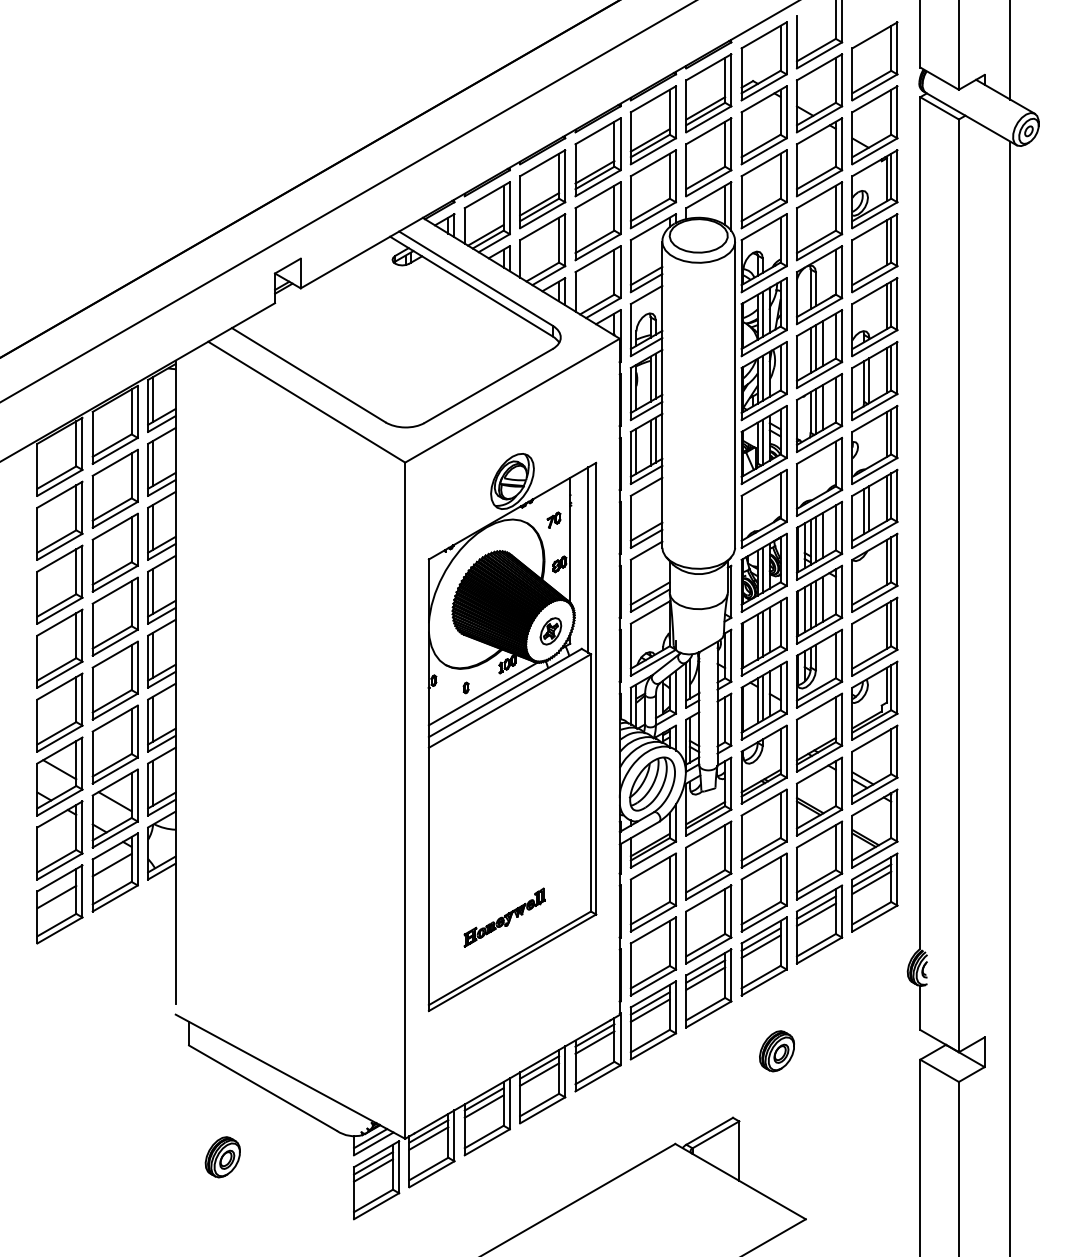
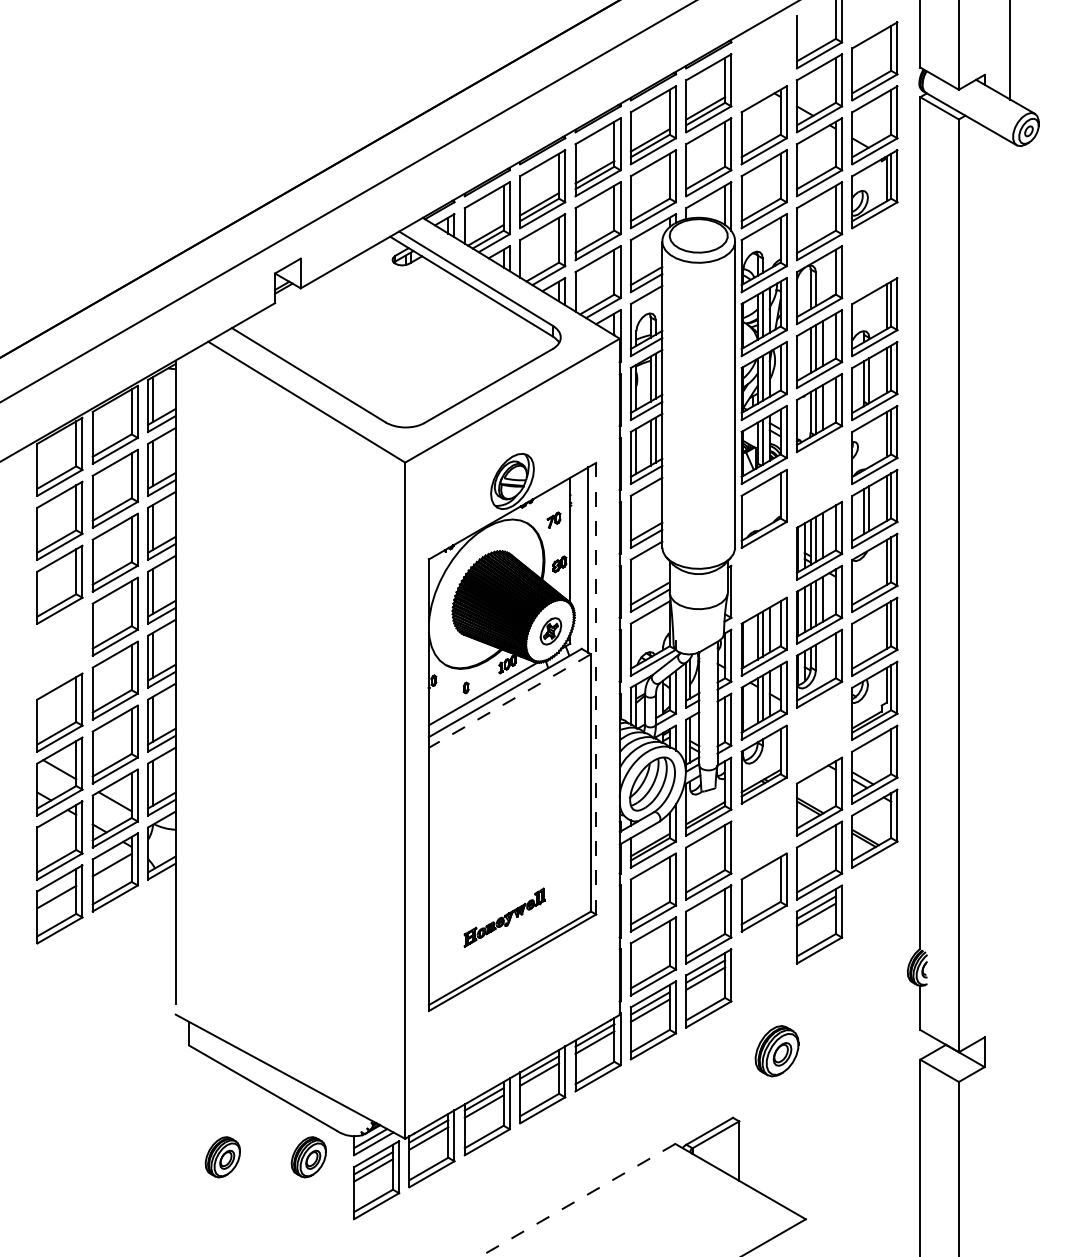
part at (763, 61): present -> none
part at (874, 253): present -> none
part at (819, 476): present -> none
part at (763, 572): present -> none
part at (59, 648): present -> none
line at (596, 688): solid -> dashed
line at (1010, 697): present -> none
line at (509, 701): solid -> dashed
part at (819, 732): present -> none
part at (763, 828): present -> none
part at (874, 892): present -> none
part at (763, 956): present -> none
part at (776, 1051) size: 36x43 px -> 46x53 px
part at (308, 1157): none -> present
line at (577, 1200): solid -> dashed
